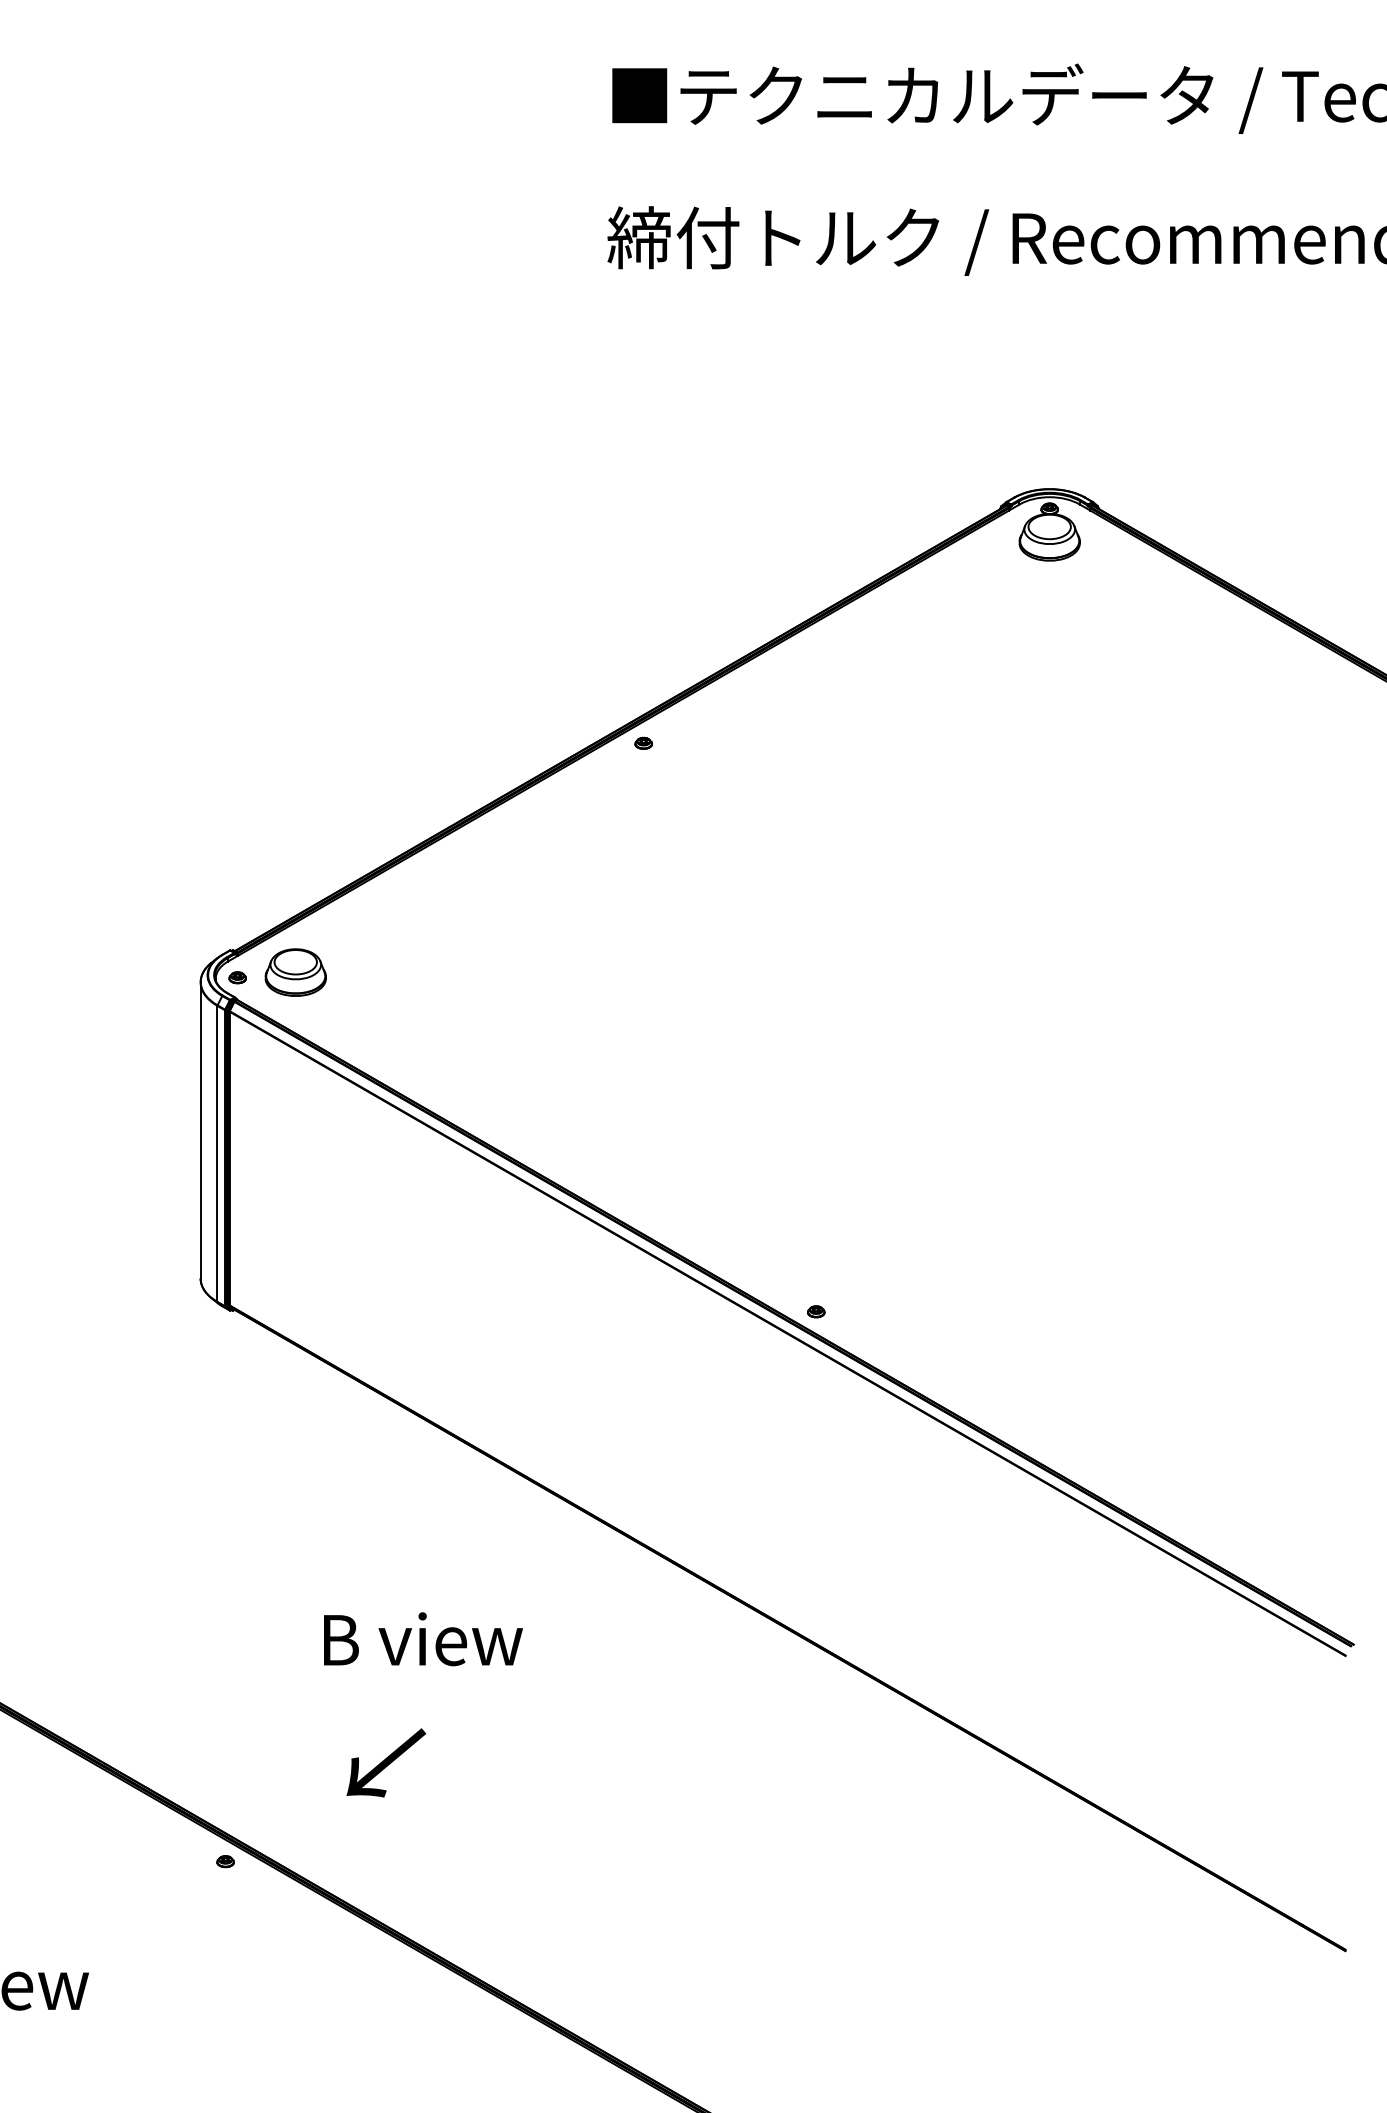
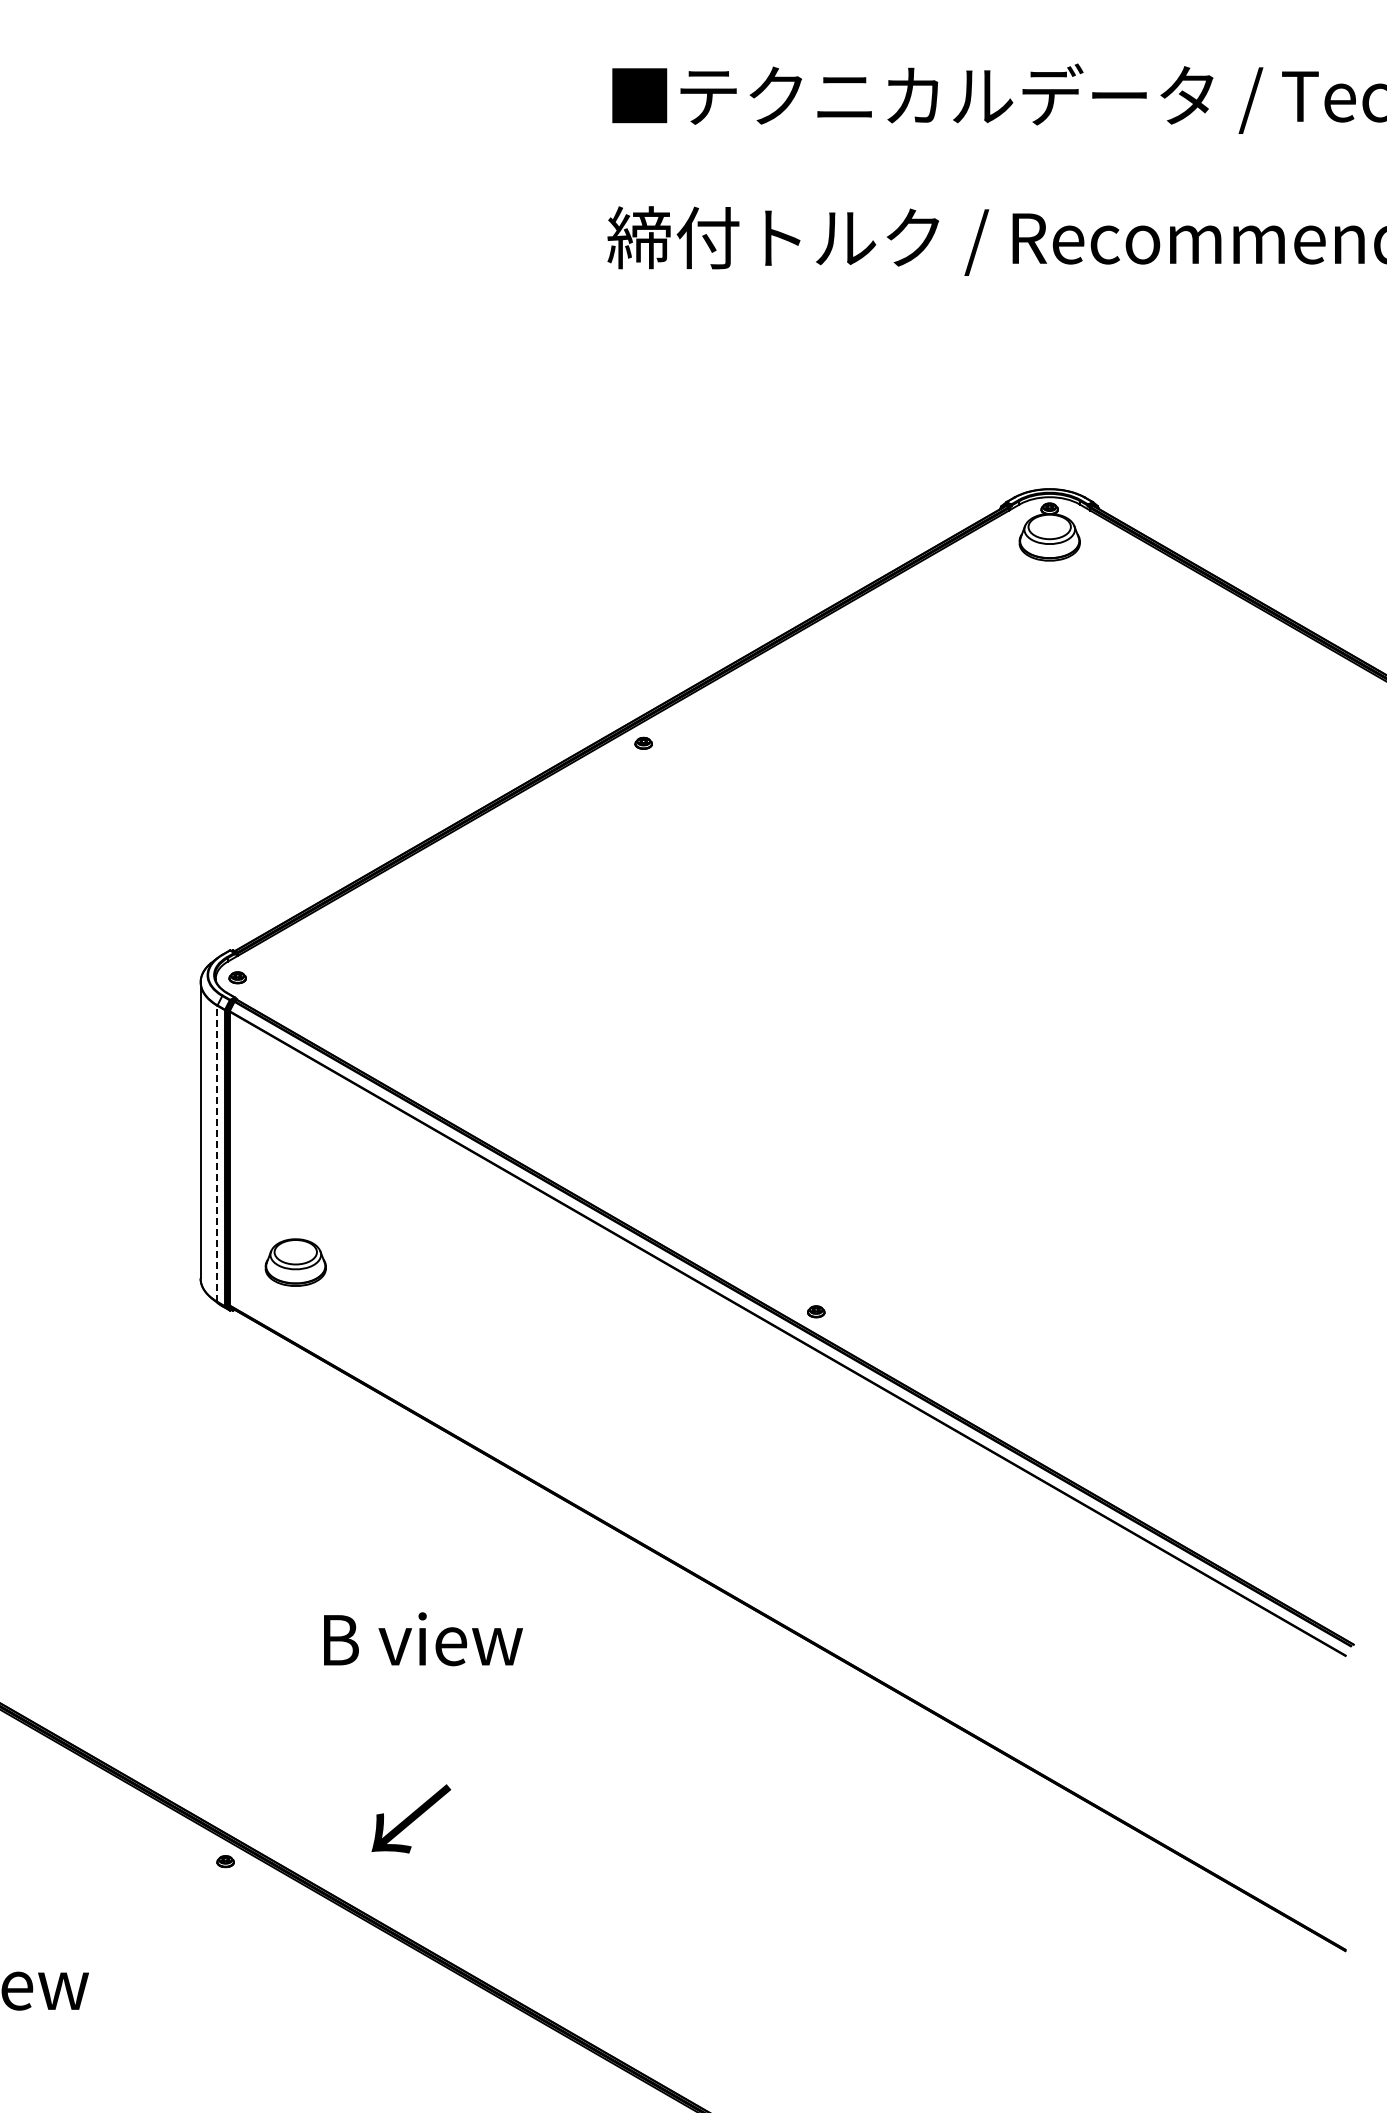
part at (295, 972) position: (295, 972) -> (295, 1262)
line at (217, 1153): solid -> dashed
text at (386, 1762) position: (386, 1762) -> (411, 1818)
